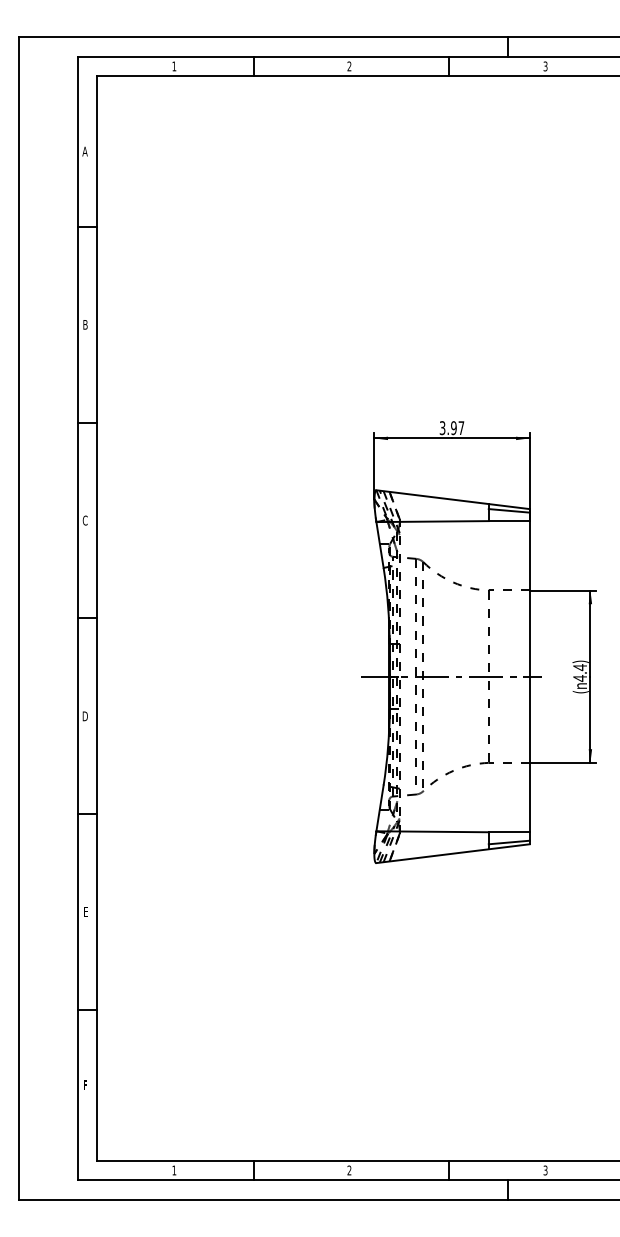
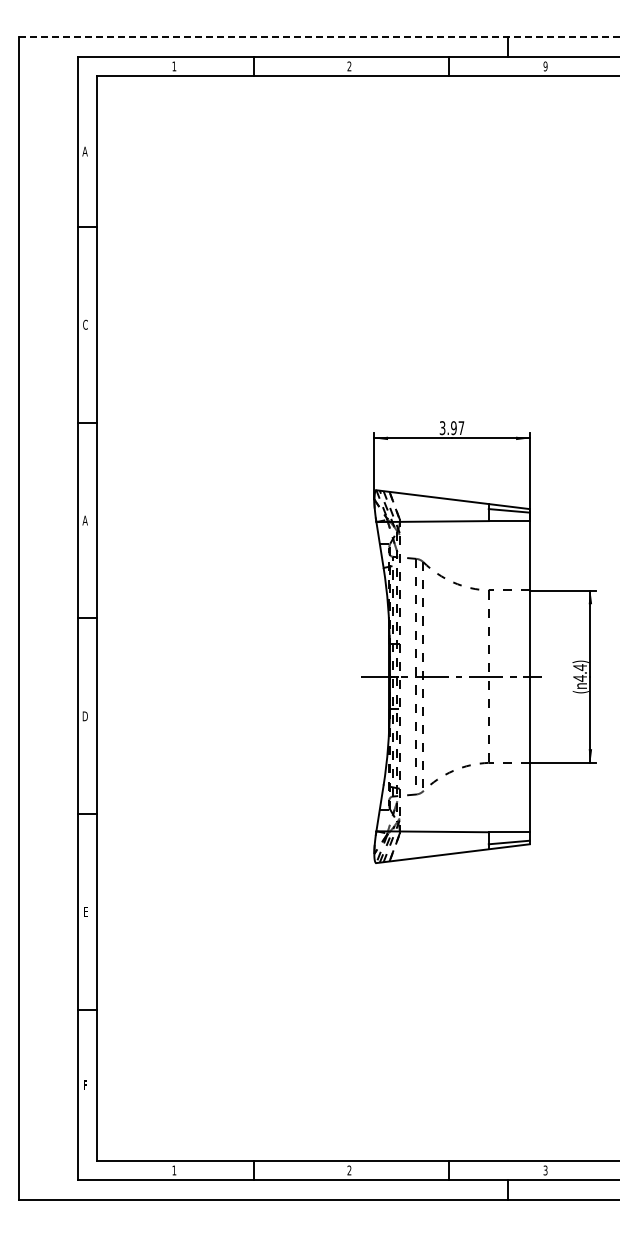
line at (319, 37): solid -> dashed
text at (545, 66): 3 -> 9
text at (85, 324): B -> C
text at (84, 520): C -> A
